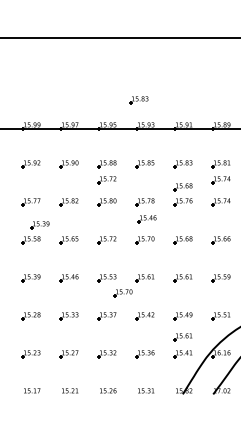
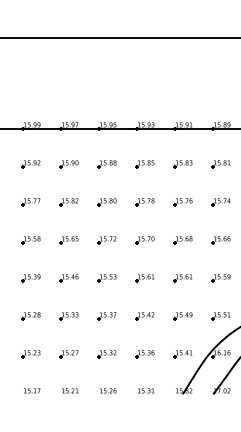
part at (138, 100): present -> none
part at (106, 180): present -> none
part at (220, 180): present -> none
part at (182, 187): present -> none
part at (146, 219): present -> none
part at (39, 225): present -> none
part at (122, 293): present -> none
part at (182, 337): present -> none
